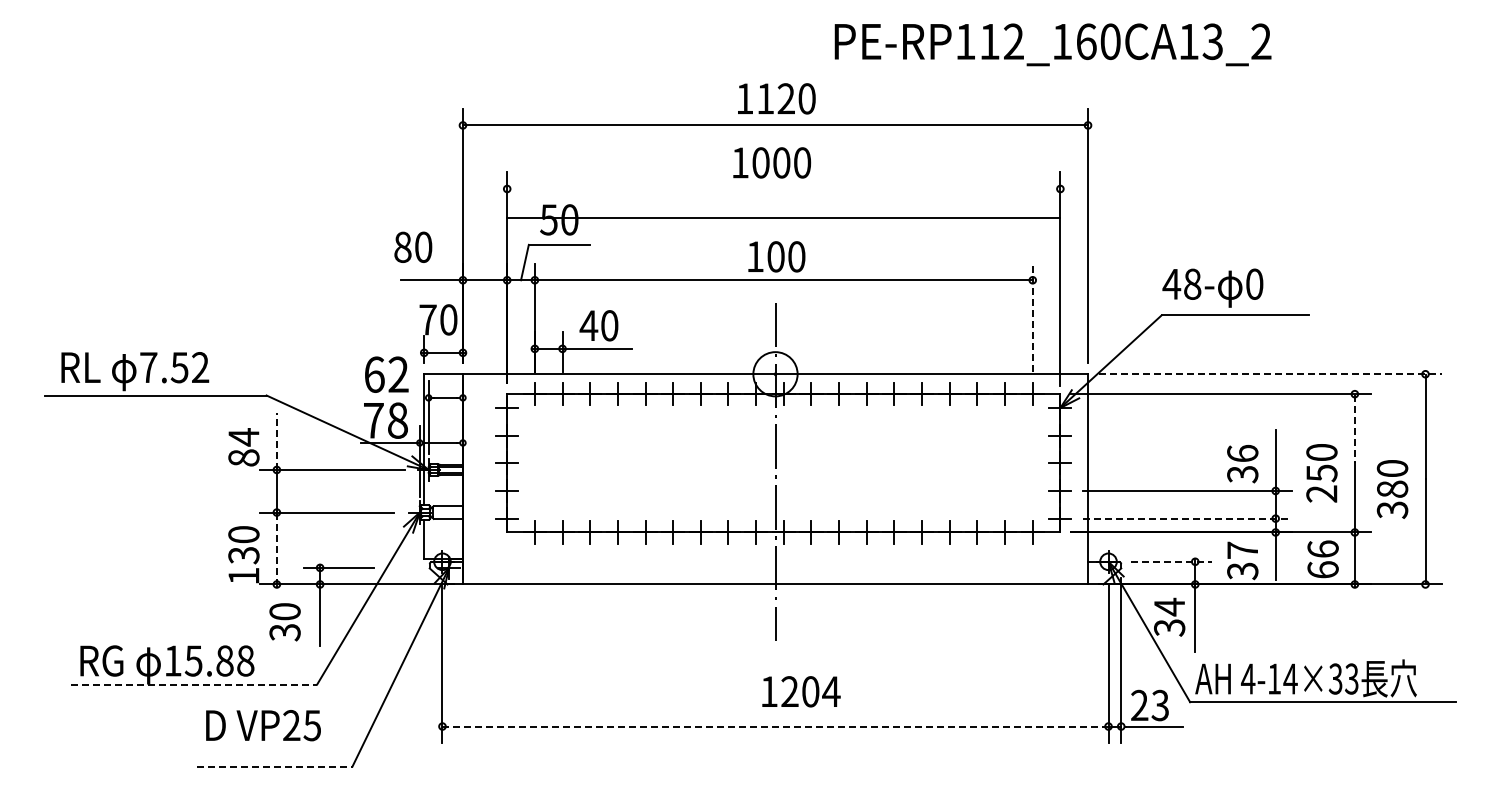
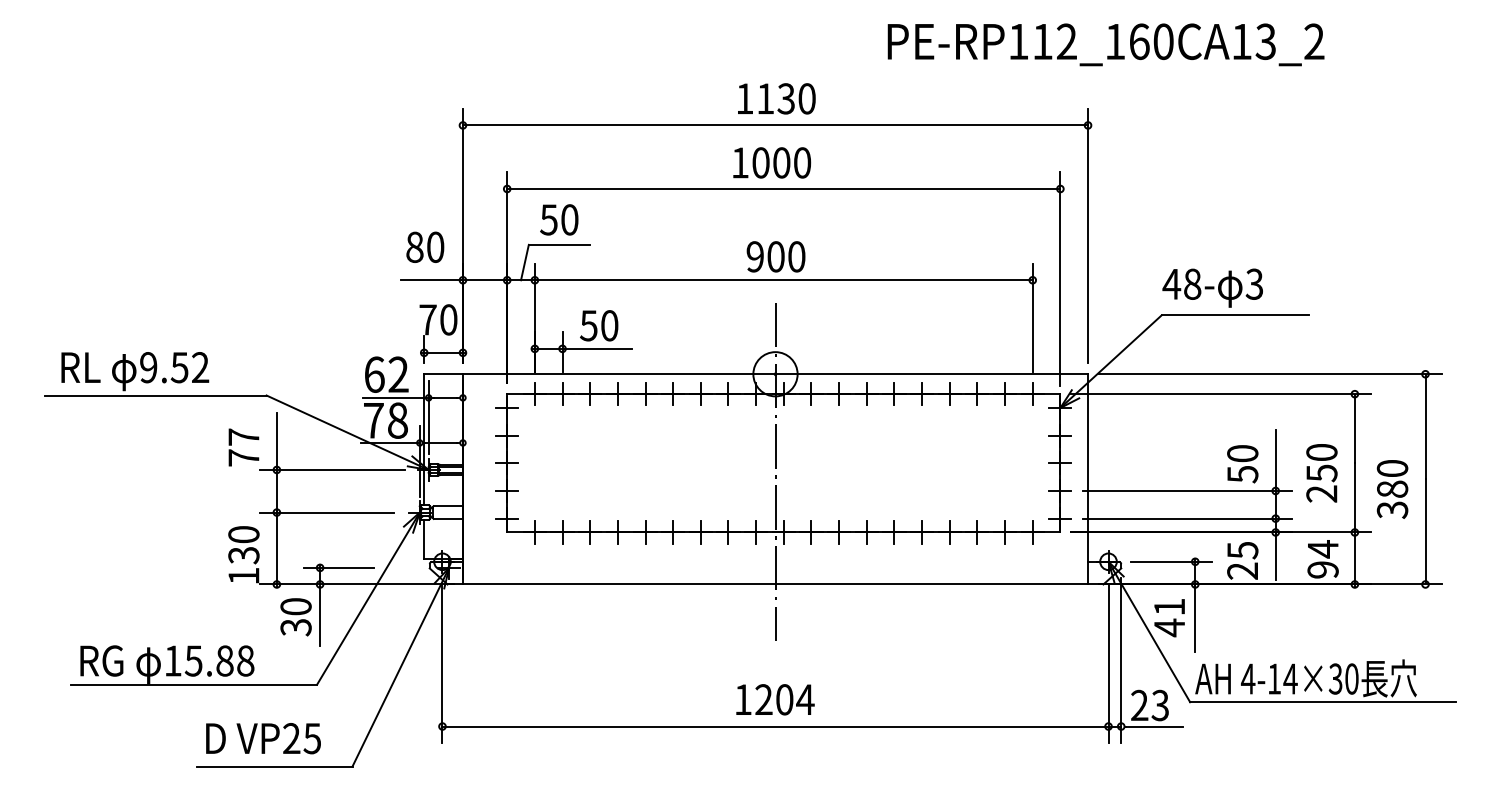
text at (1052, 44) position: (1052, 44) -> (1105, 44)
text at (785, 98): 1120 -> 1130
line at (783, 218) position: (783, 218) -> (783, 189)
text at (413, 246) position: (413, 246) -> (425, 246)
text at (754, 256): 100 -> 900
text at (1254, 283): 0 -> 3
line at (1032, 317): dashed -> solid
text at (588, 325): 40 -> 50
text at (148, 367): 7.52 -> 9.52
line at (1271, 374): dashed -> solid
line at (395, 397): none -> present
line at (1354, 429): dashed -> solid
line at (276, 441): dashed -> solid
text at (243, 447): 84 -> 77
text at (1242, 463): 36 -> 50
line at (1187, 518): dashed -> solid
line at (276, 548): dashed -> solid
text at (1322, 559): 66 -> 94
text at (1242, 560): 37 -> 25
line at (1171, 561): dashed -> solid
text at (1169, 617): 34 -> 41
text at (284, 622) position: (284, 622) -> (295, 617)
text at (1351, 678): 4-14×33 -> 4-14×30
line at (194, 684): dashed -> solid
text at (801, 691) position: (801, 691) -> (775, 699)
text at (263, 725) position: (263, 725) -> (263, 738)
line at (776, 726): dashed -> solid
line at (274, 766): dashed -> solid
